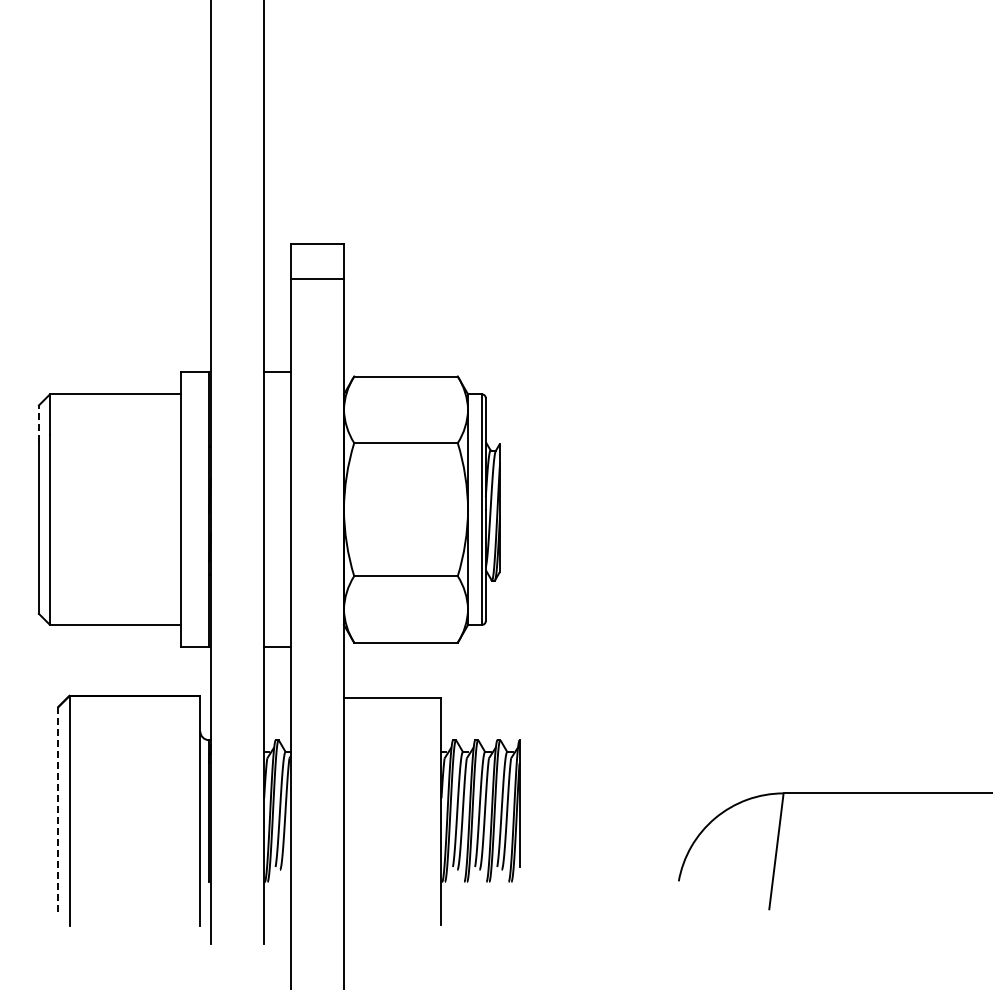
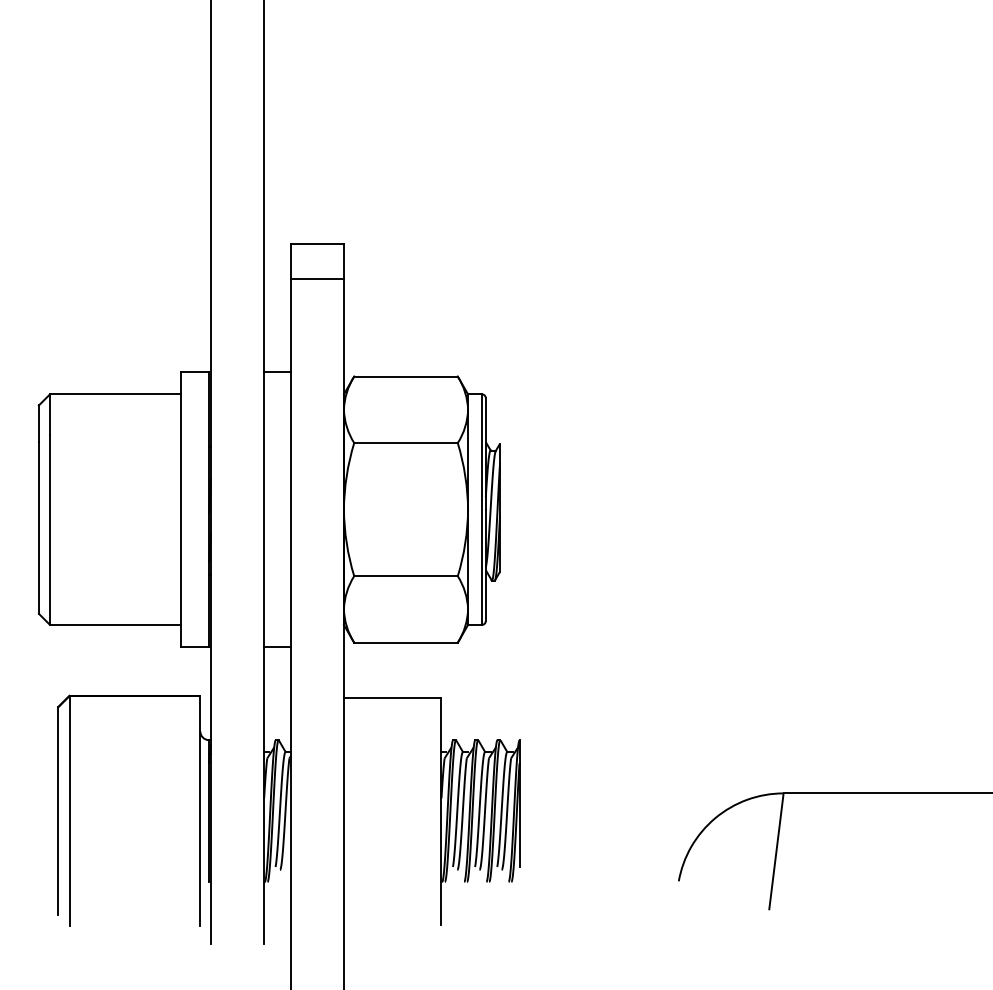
line at (38, 423): dashed -> solid
line at (58, 811): dashed -> solid
